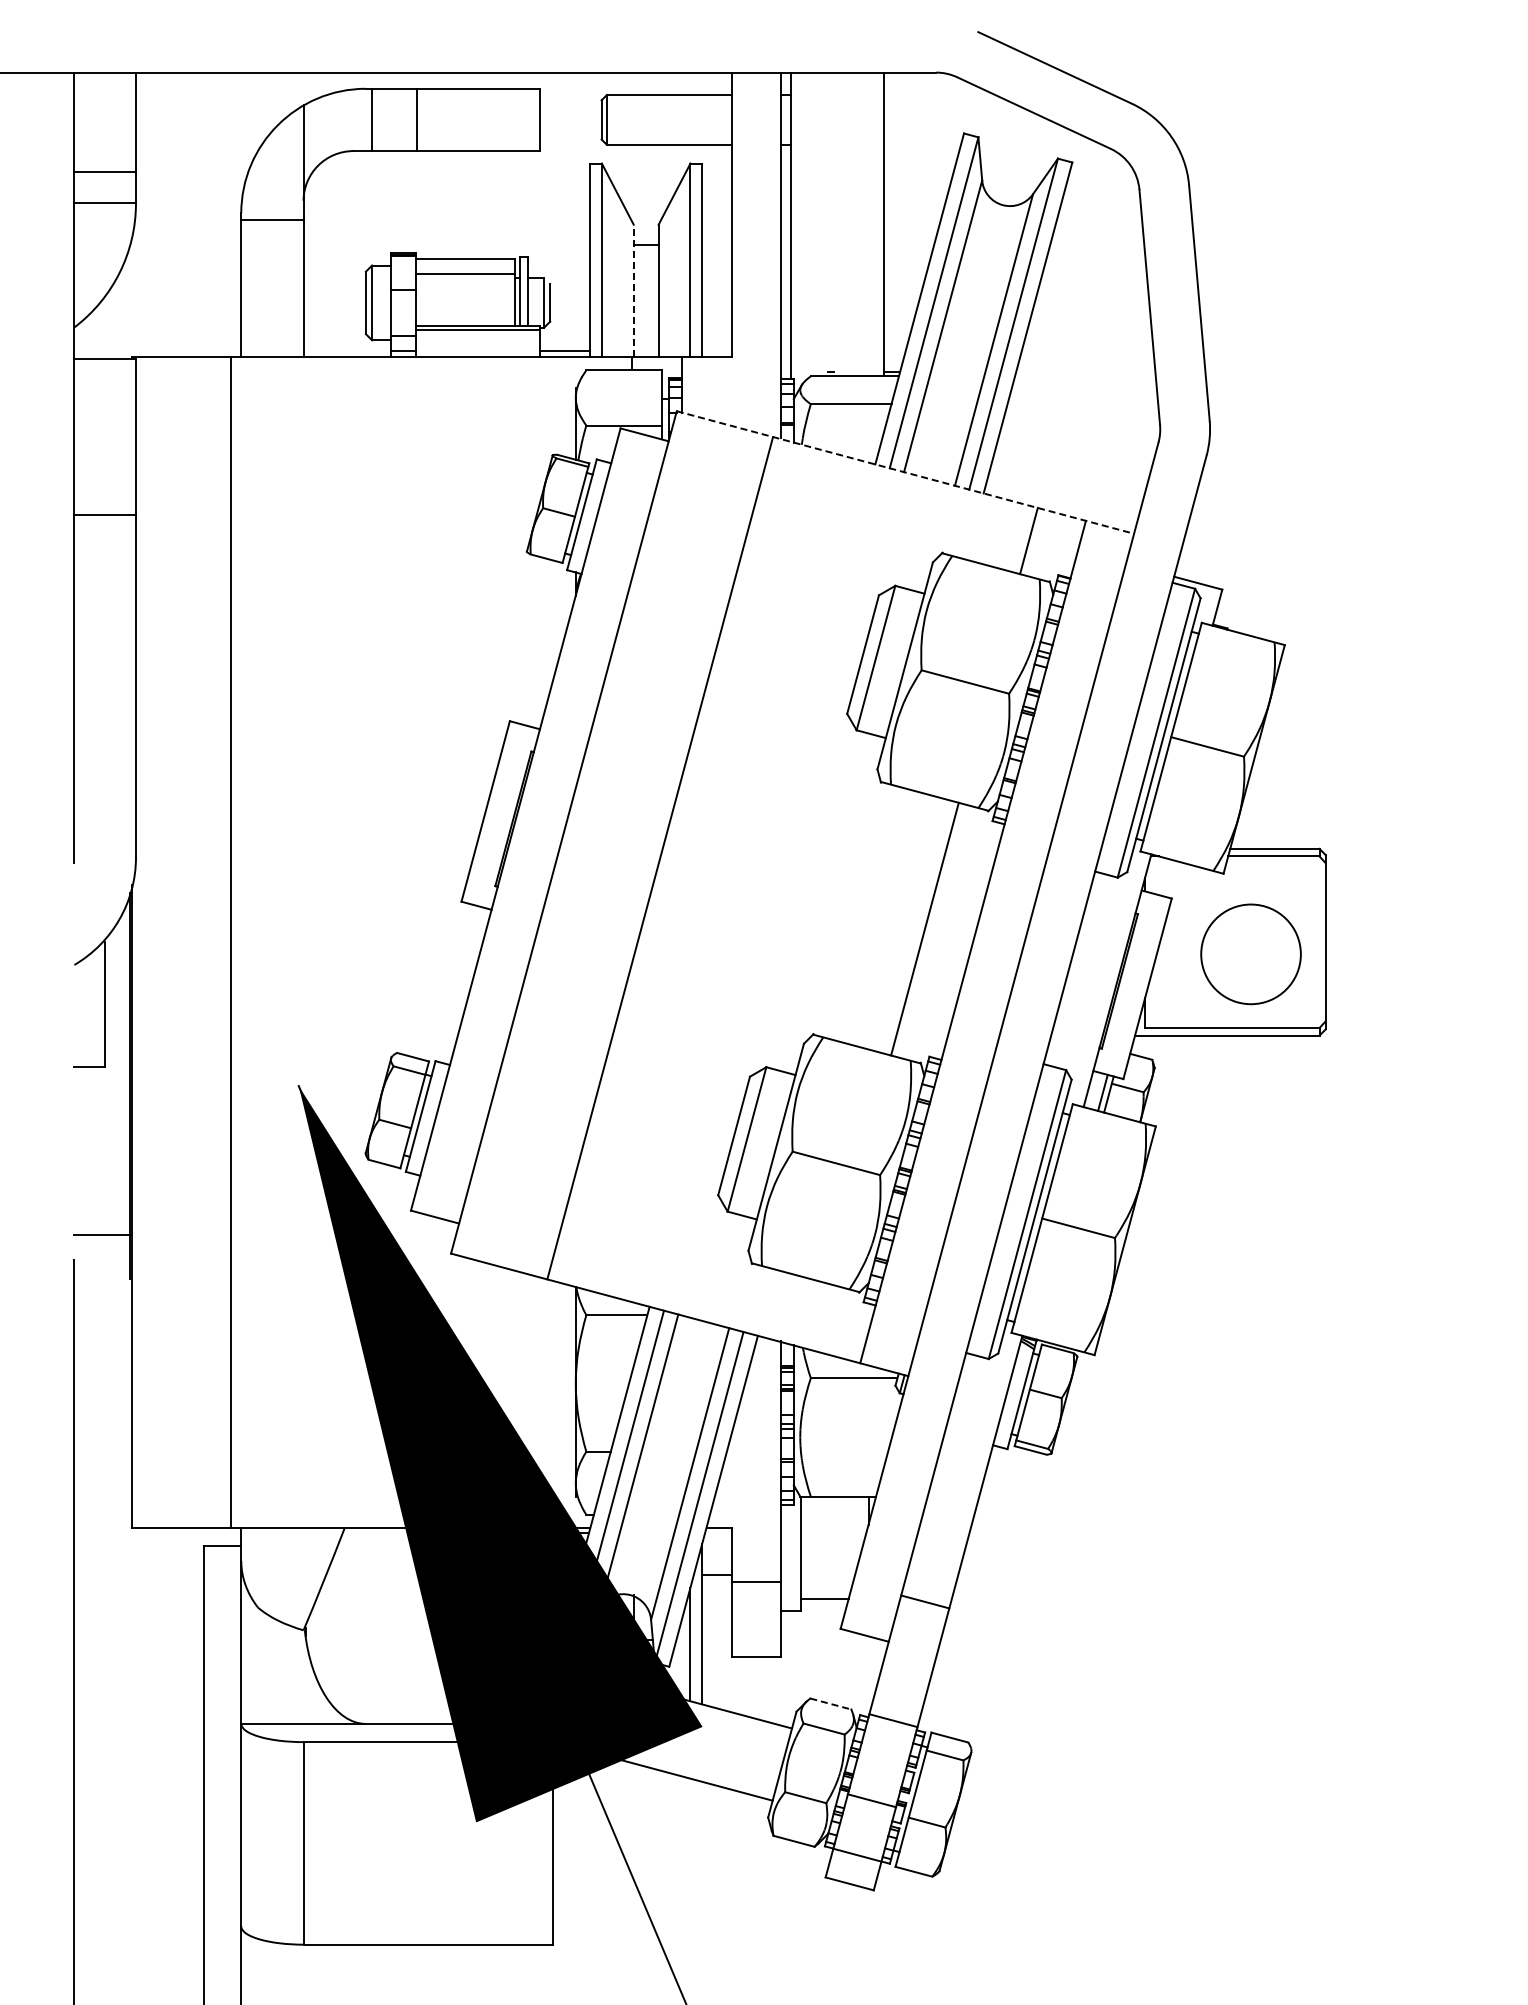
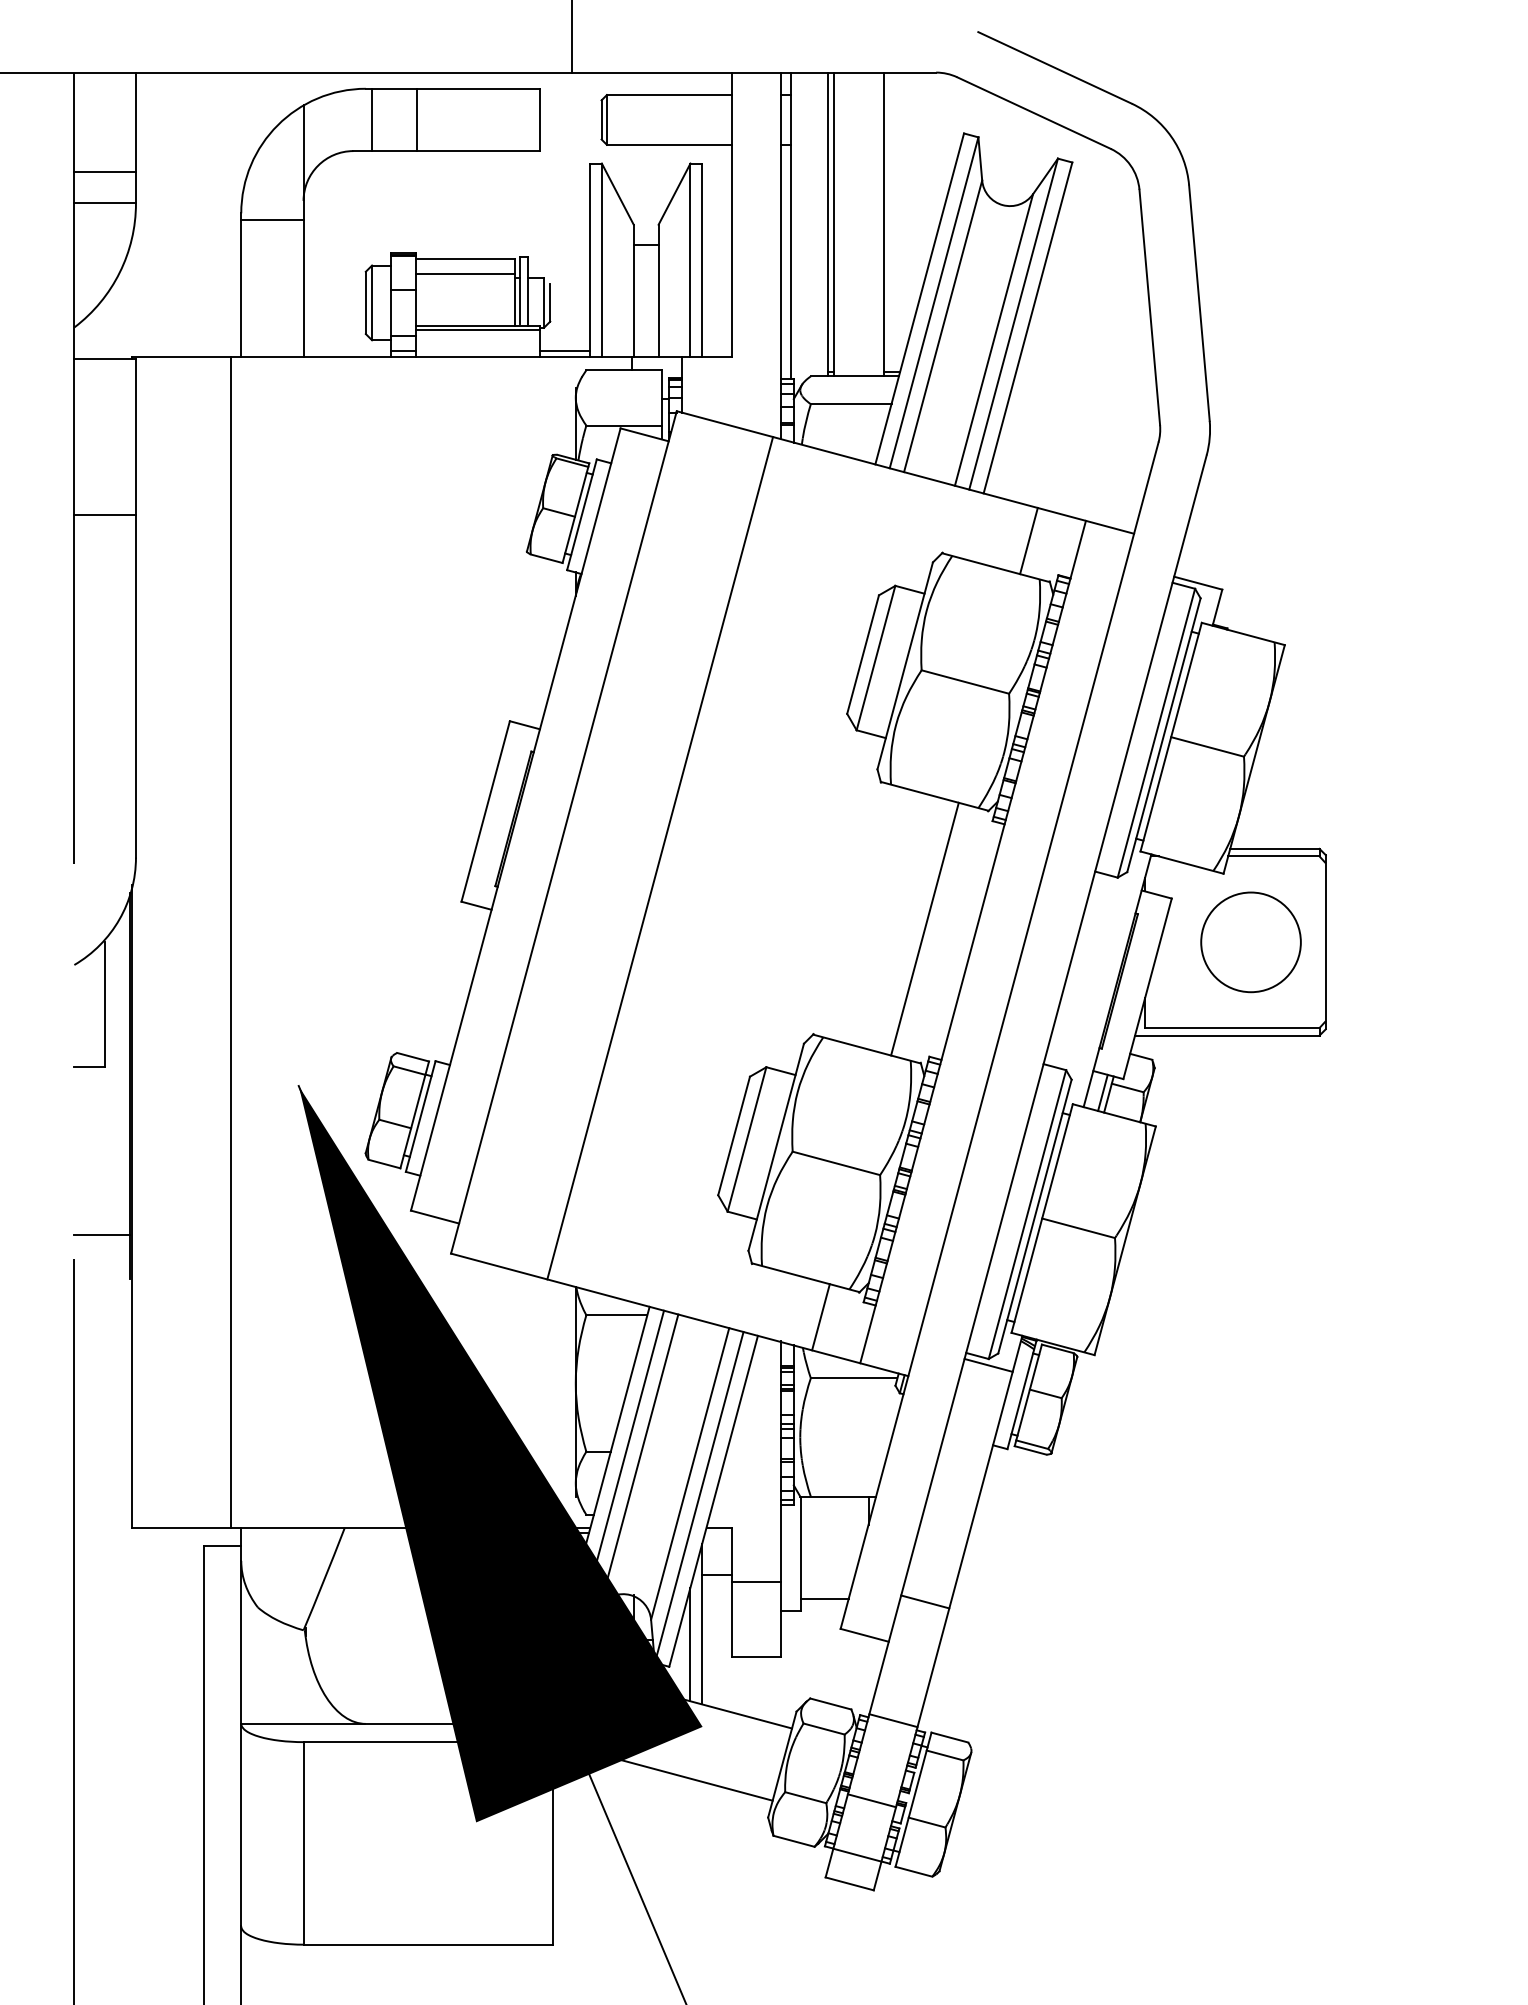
line at (572, 37): none -> present
line at (828, 224): none -> present
line at (833, 224): none -> present
line at (633, 290): dashed -> solid
line at (905, 472): dashed -> solid
circle at (1250, 954) position: (1250, 954) -> (1250, 942)
line at (820, 1317): none -> present
line at (988, 1364): none -> present
line at (831, 1704): dashed -> solid
